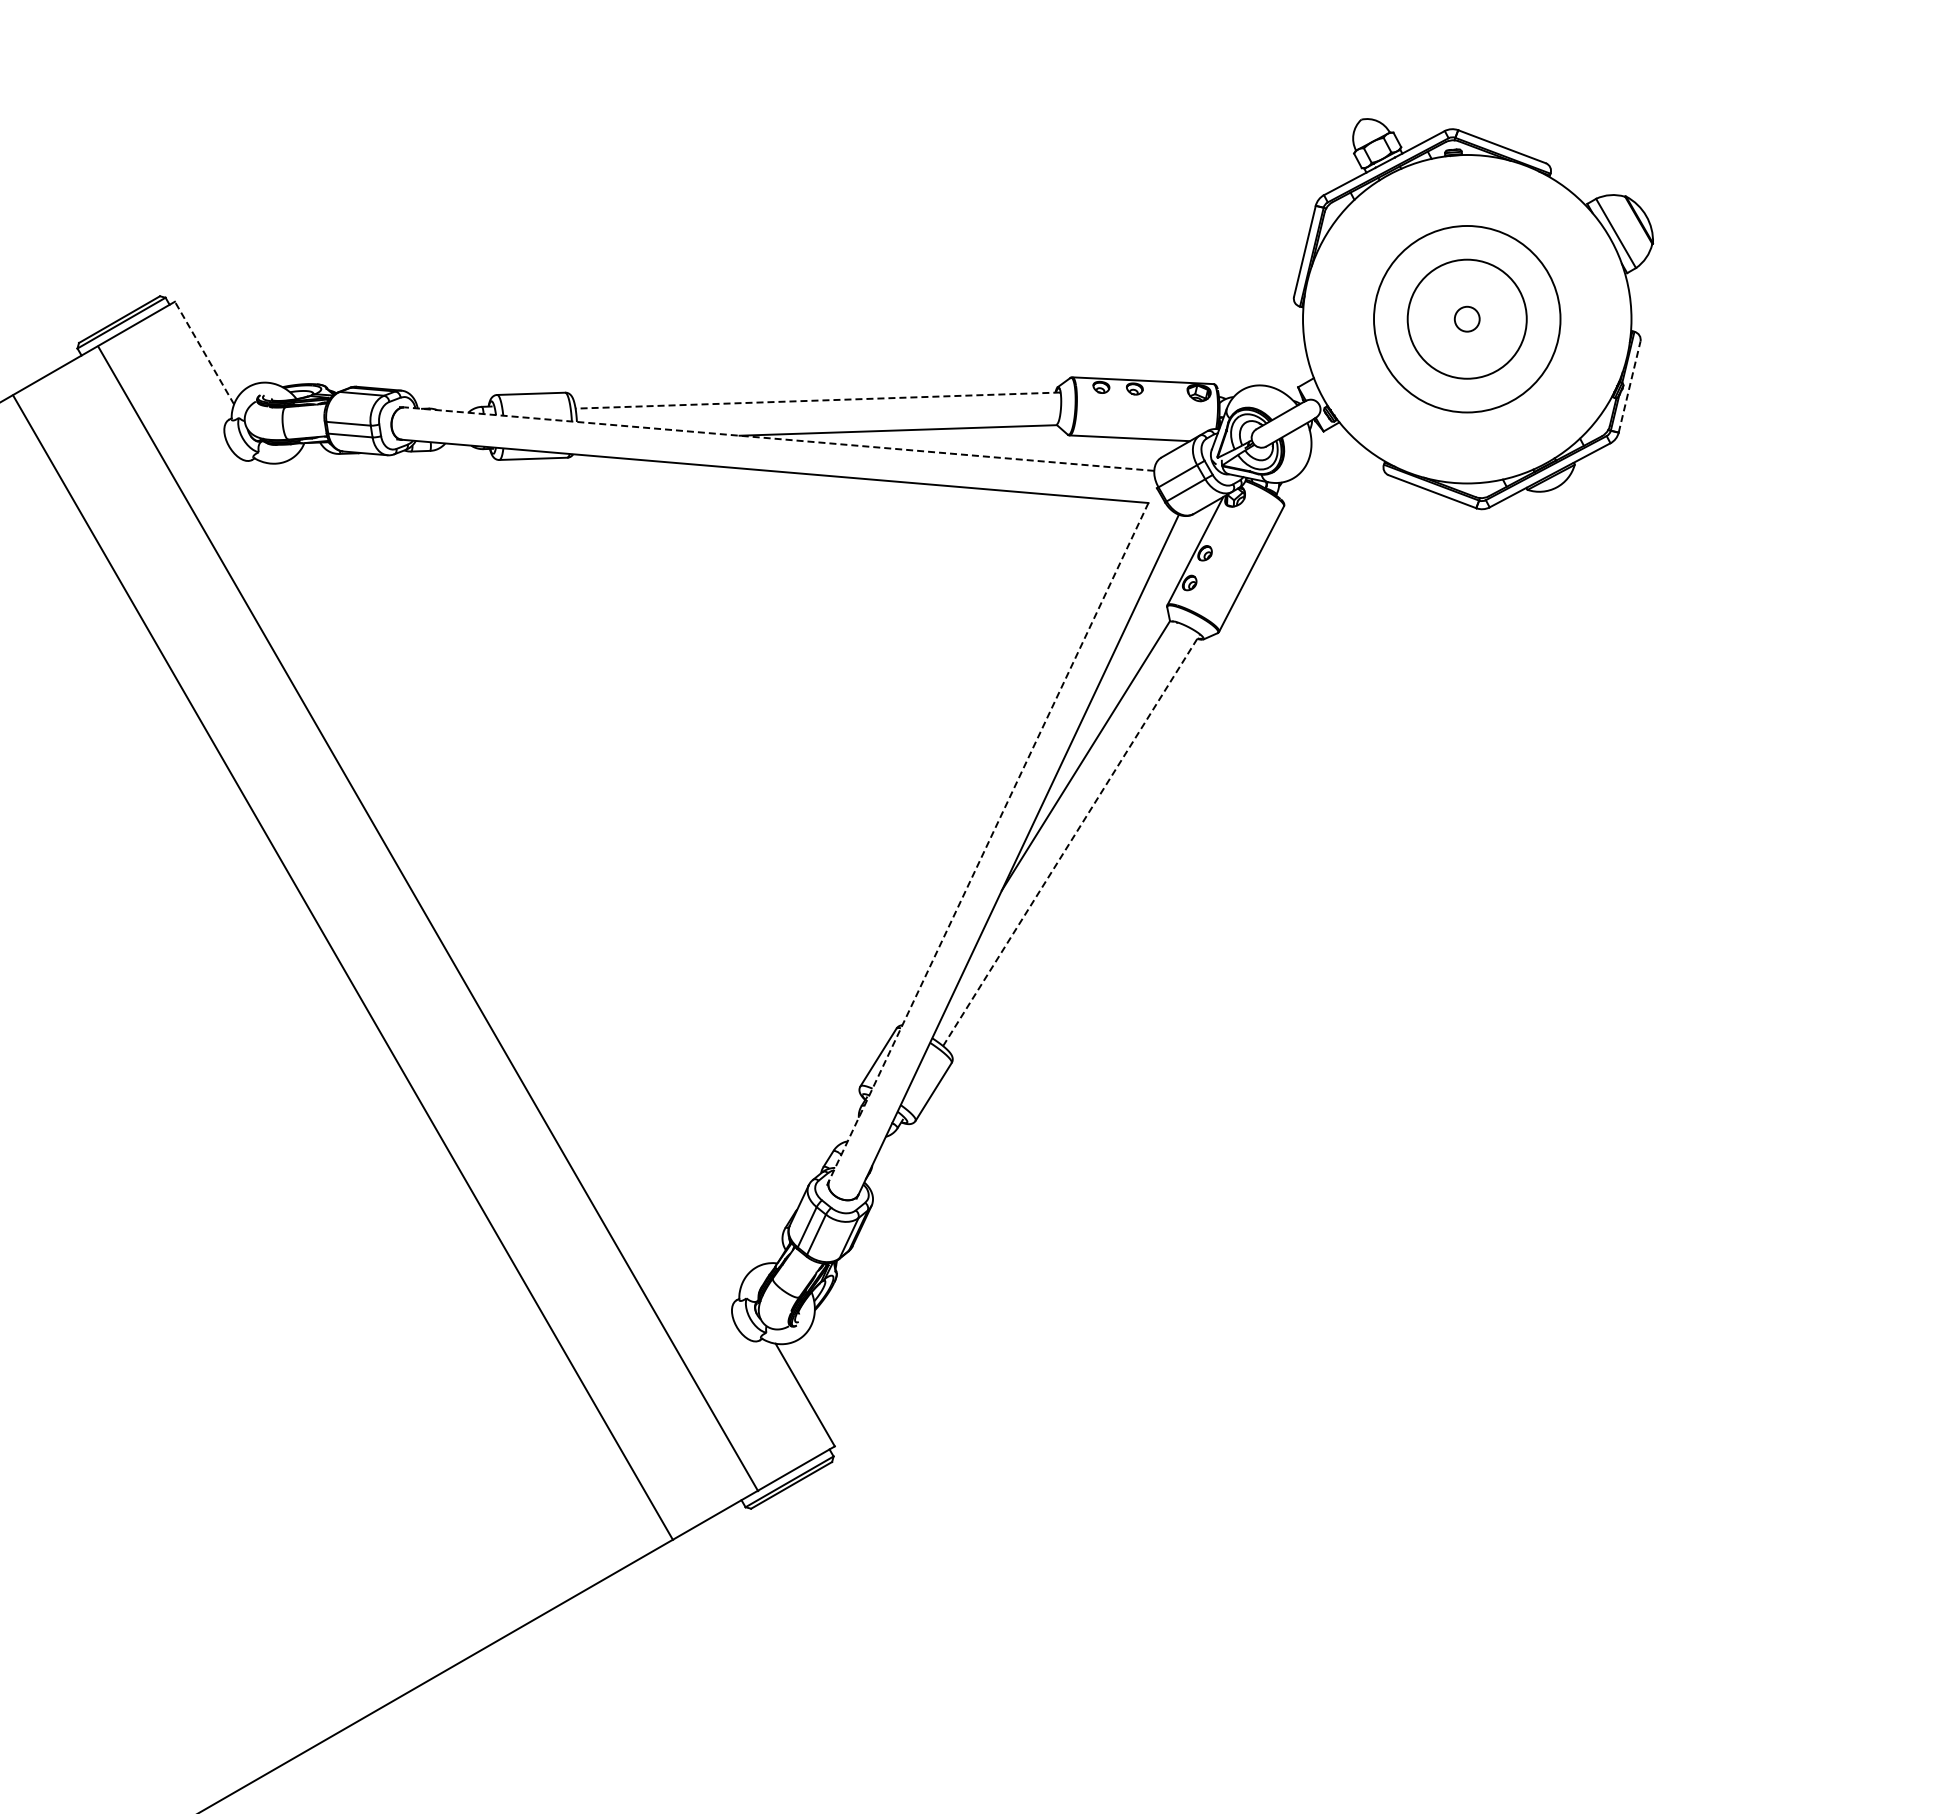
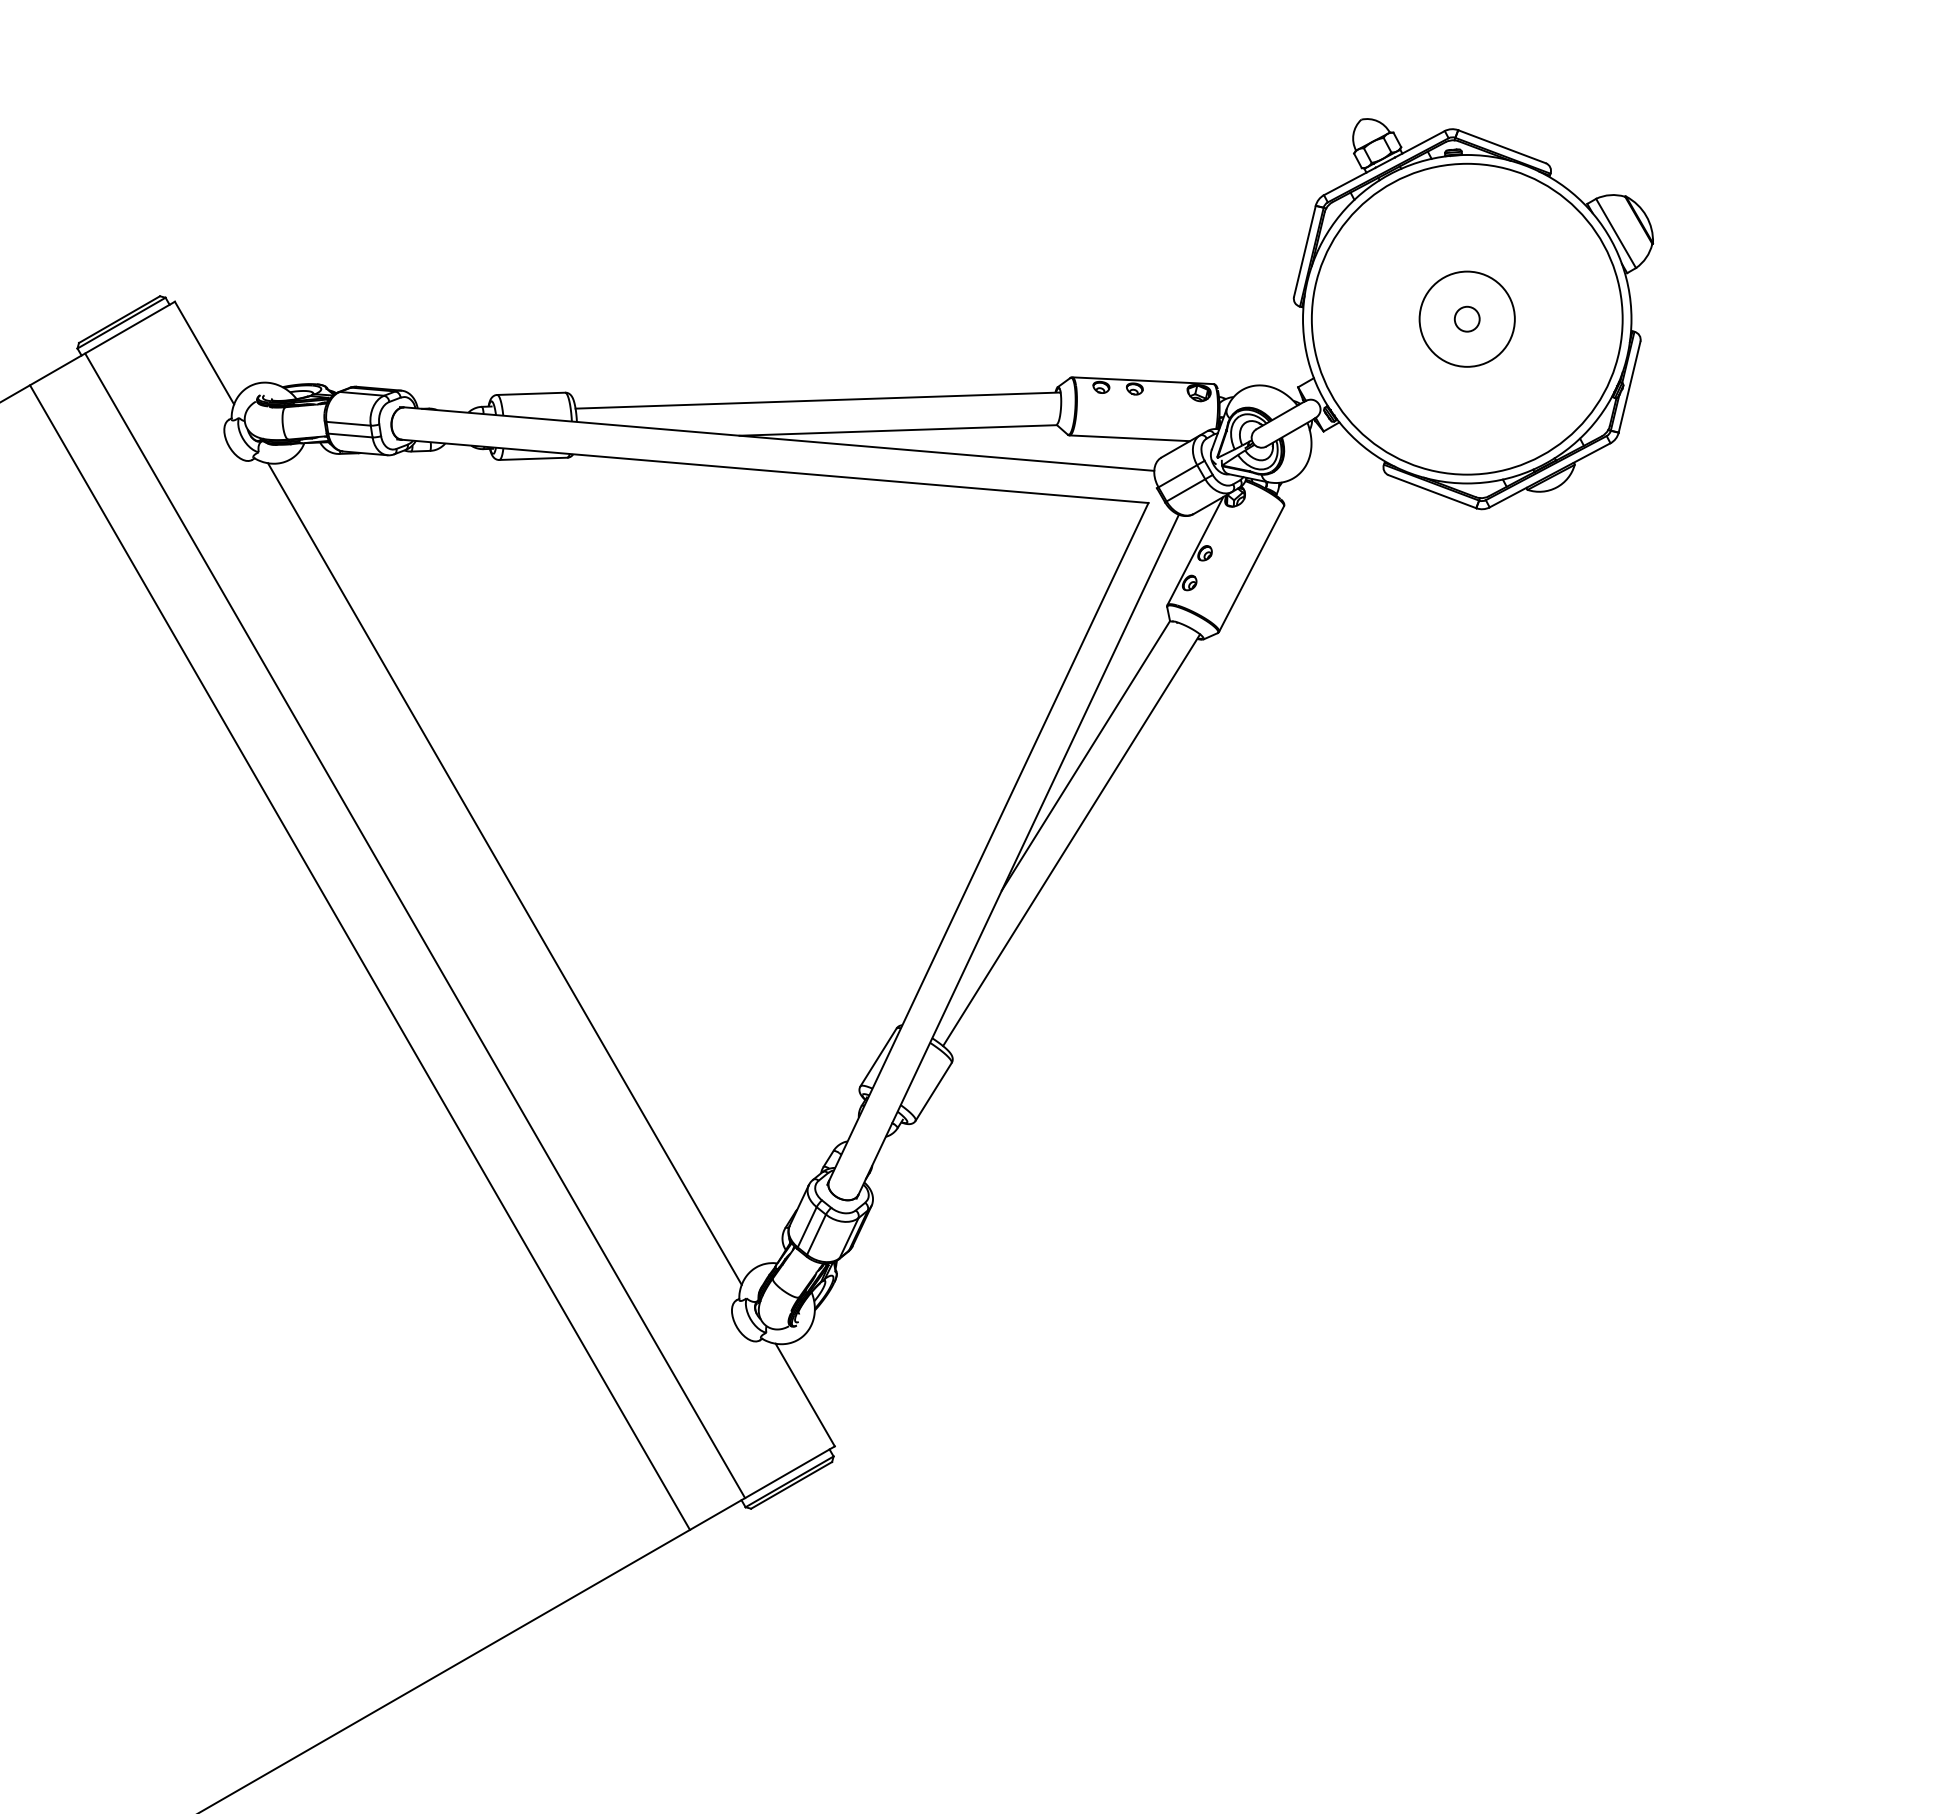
circle at (1466, 318) diameter: 119 px -> 95 px
circle at (1467, 318) diameter: 187 px -> 311 px
line at (204, 352): dashed -> solid
line at (1629, 387): dashed -> solid
line at (817, 400): dashed -> solid
line at (778, 439): dashed -> solid
line at (1071, 840): dashed -> solid
line at (988, 841): dashed -> solid
line at (504, 873): none -> present
line at (428, 918) position: (428, 918) -> (415, 925)
line at (342, 967) position: (342, 967) -> (359, 957)
